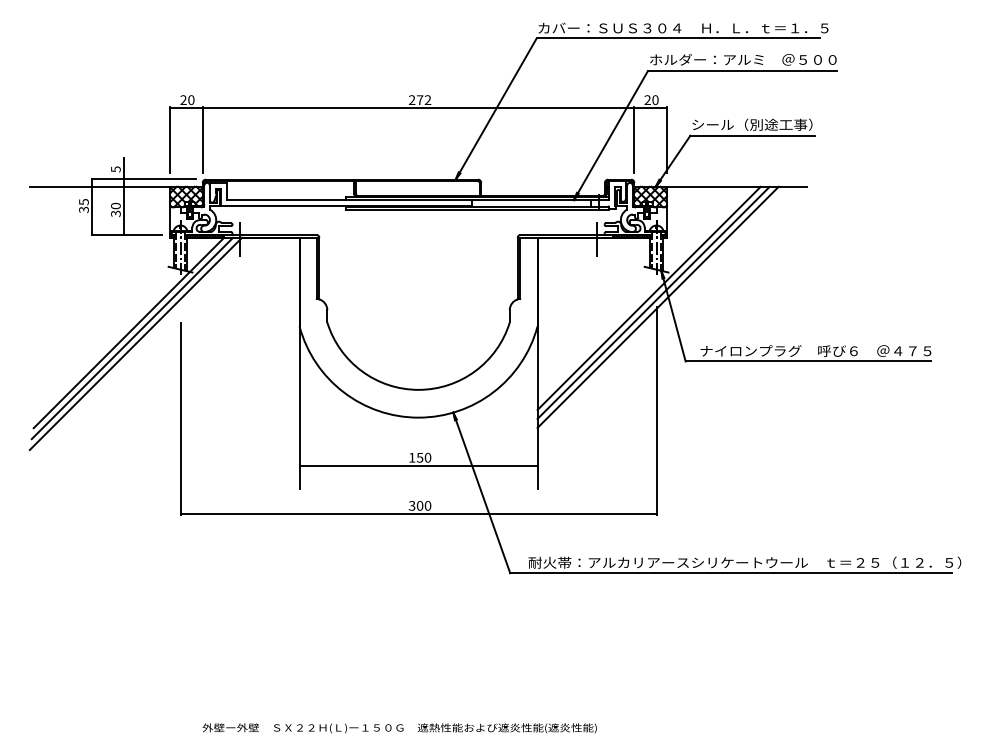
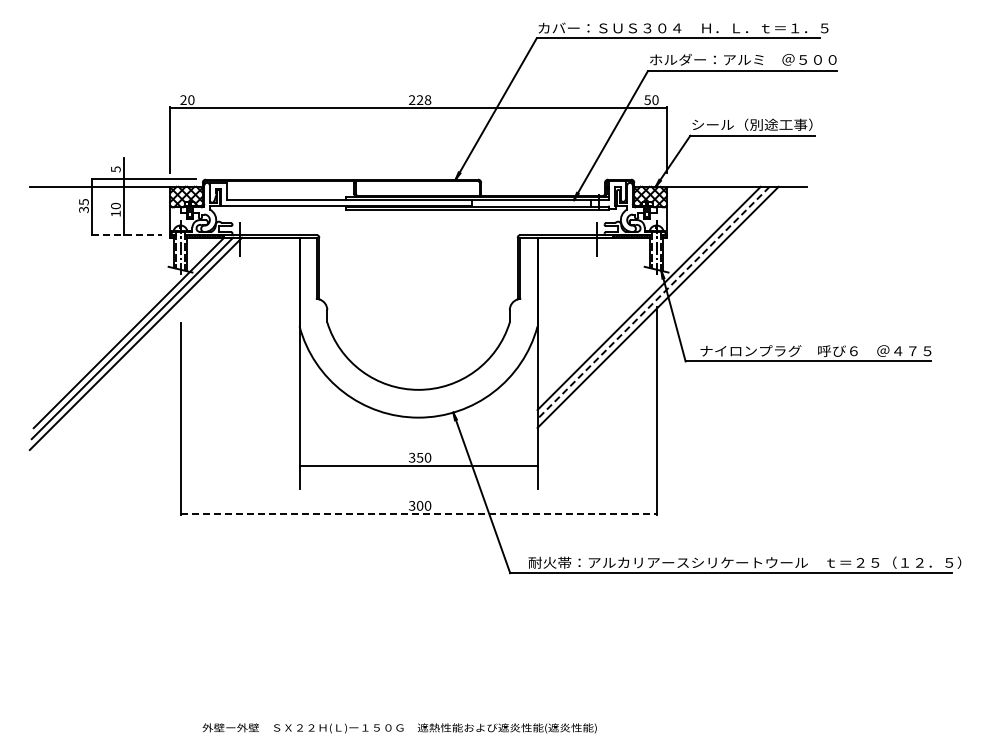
text at (423, 100): 272 -> 228
text at (647, 100): 20 -> 50
line at (202, 139): present -> none
line at (634, 139): present -> none
text at (115, 213): 30 -> 10
line at (127, 235): solid -> dashed
line at (653, 303): solid -> dashed
text at (411, 457): 150 -> 350
line at (419, 514): solid -> dashed
